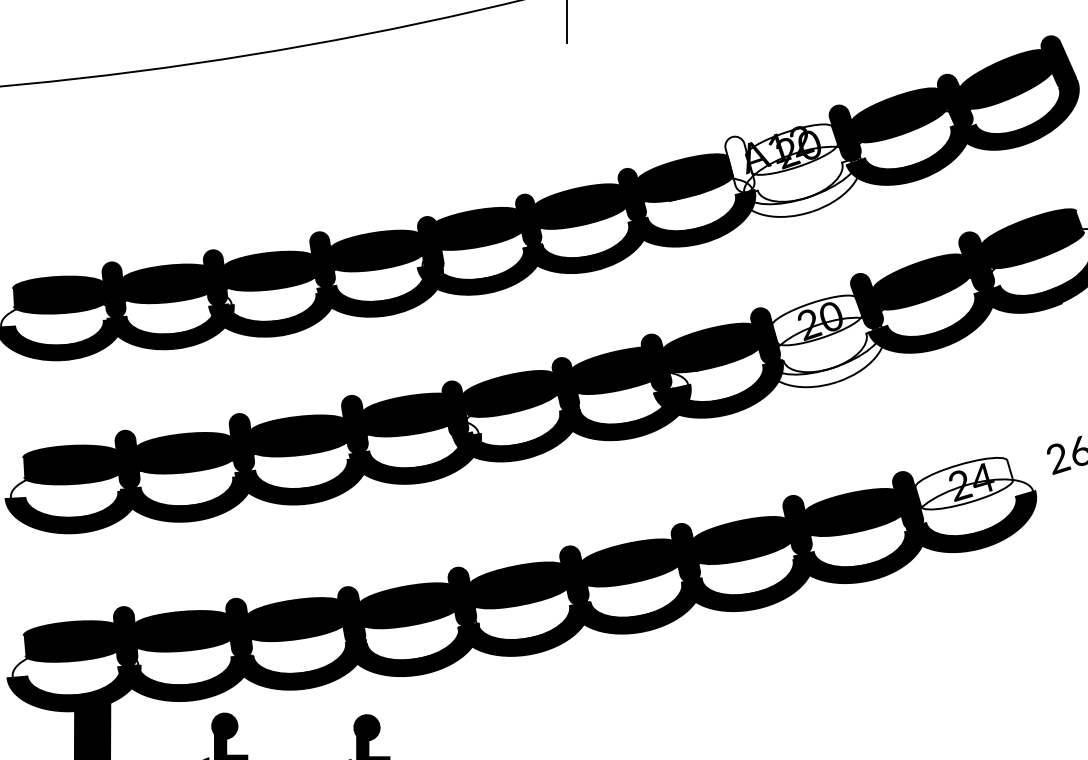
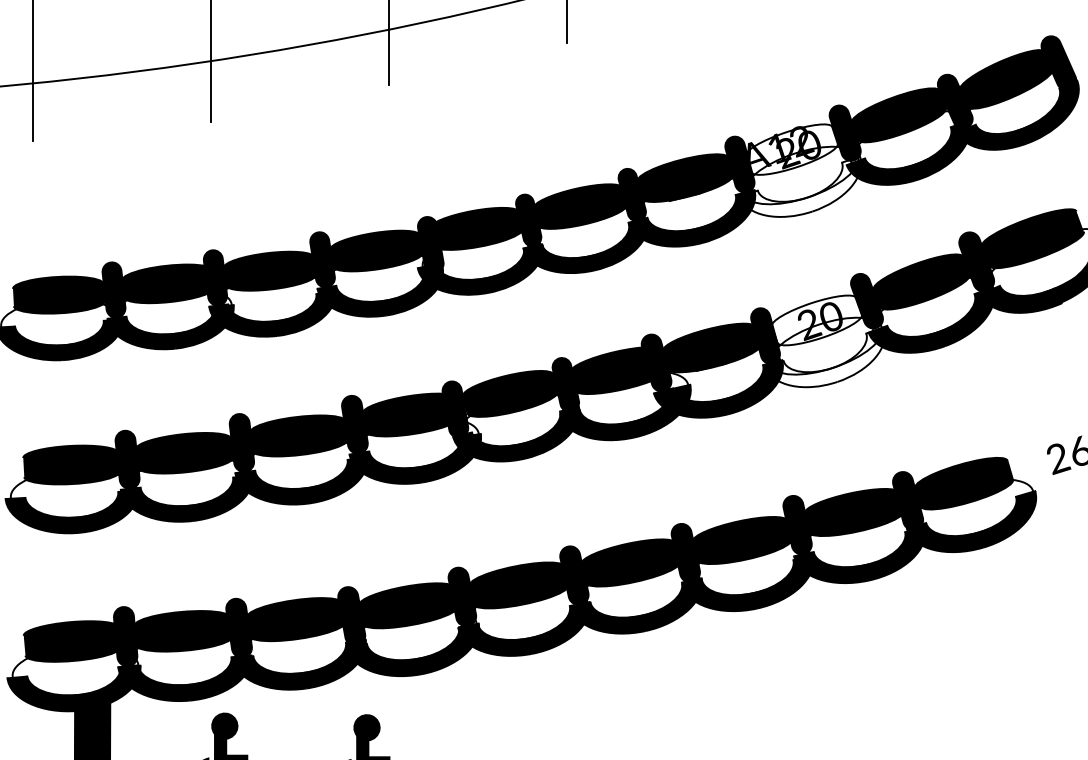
line at (388, 43): none -> present
line at (210, 62): none -> present
line at (32, 71): none -> present
fill at (739, 164): none -> present
fill at (963, 483): none -> present
